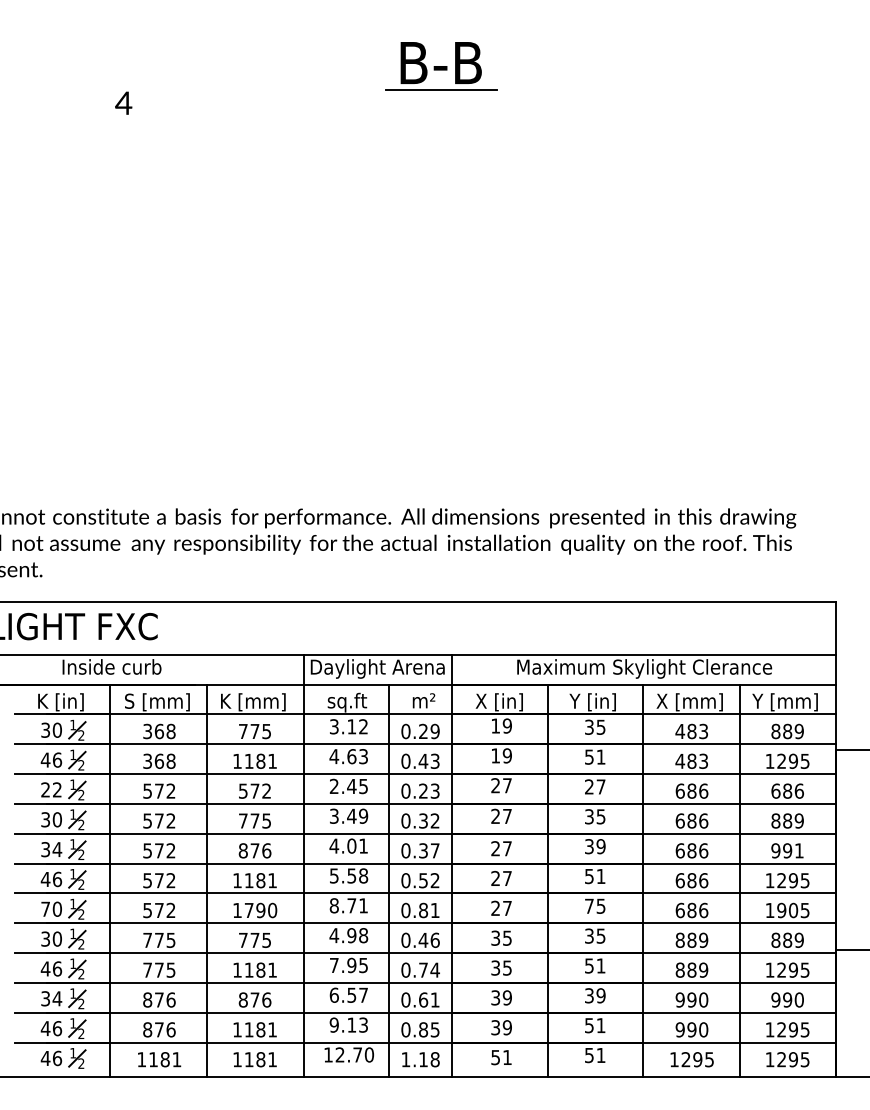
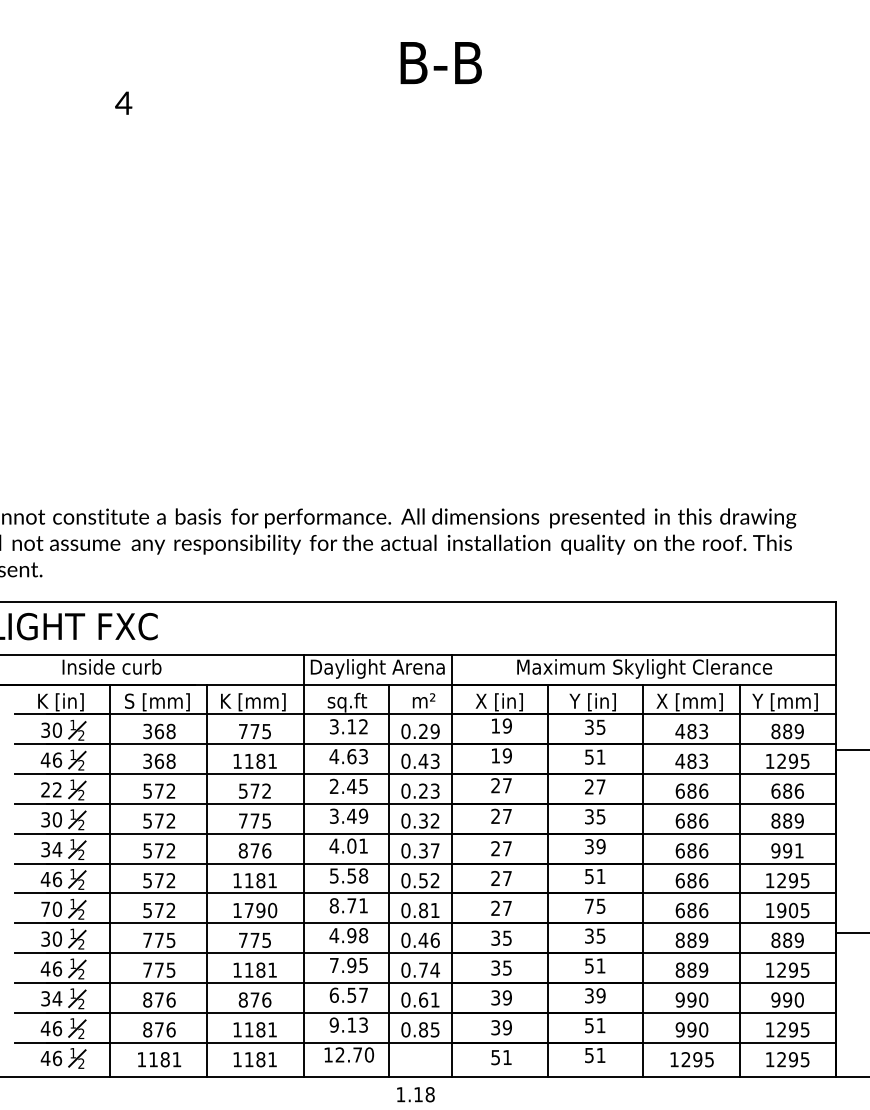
line at (440, 90): present -> none
line at (851, 950) position: (851, 950) -> (851, 933)
text at (420, 1059) position: (420, 1059) -> (415, 1094)
